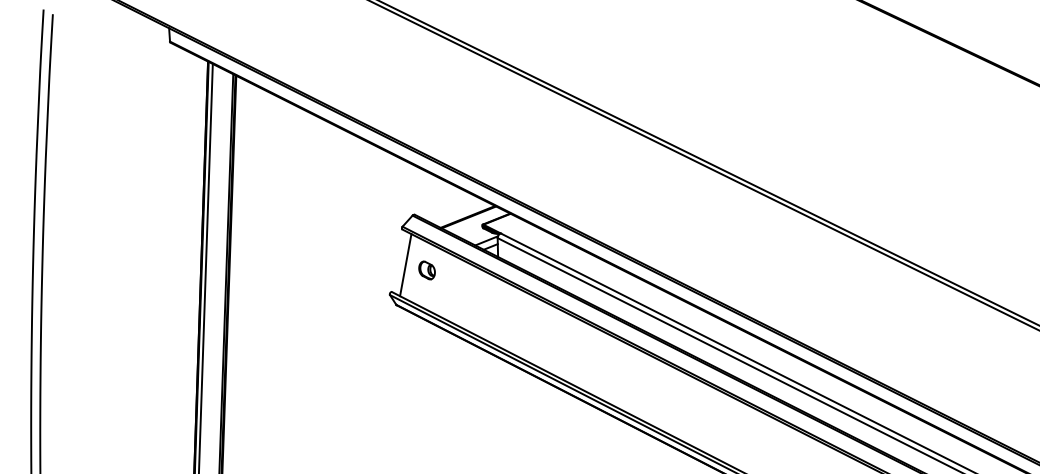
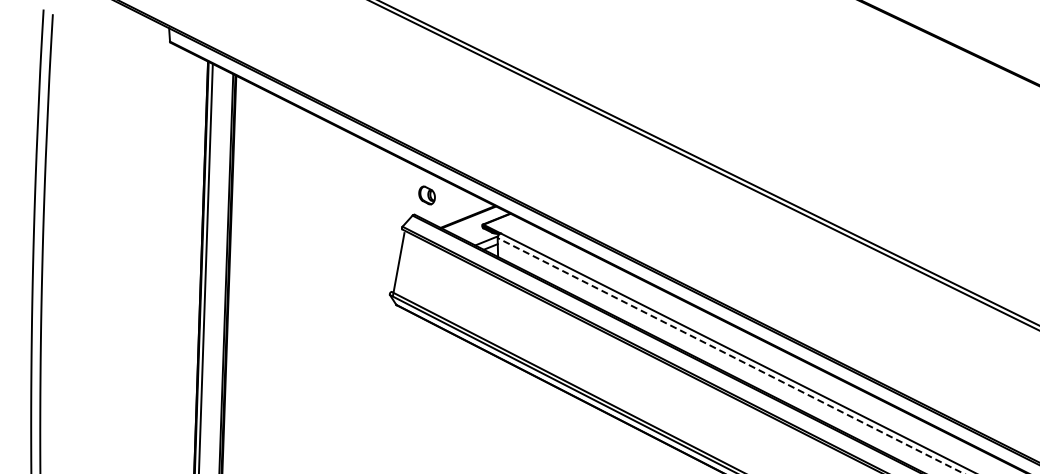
line at (405, 265) position: (405, 265) -> (398, 264)
part at (426, 270) position: (426, 270) -> (426, 195)
line at (730, 355): solid -> dashed
